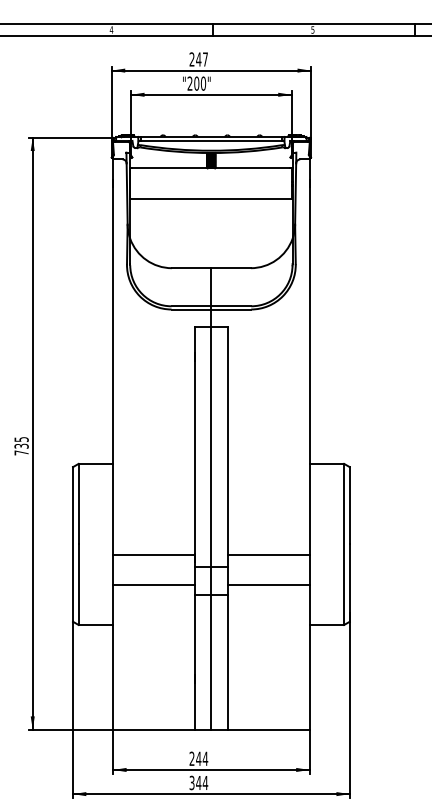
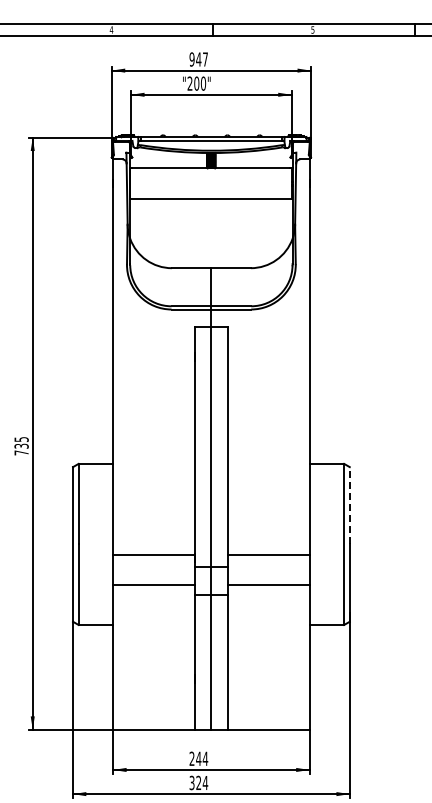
text at (191, 59): 247 -> 947
line at (349, 505): solid -> dashed
text at (198, 782): 344 -> 324
